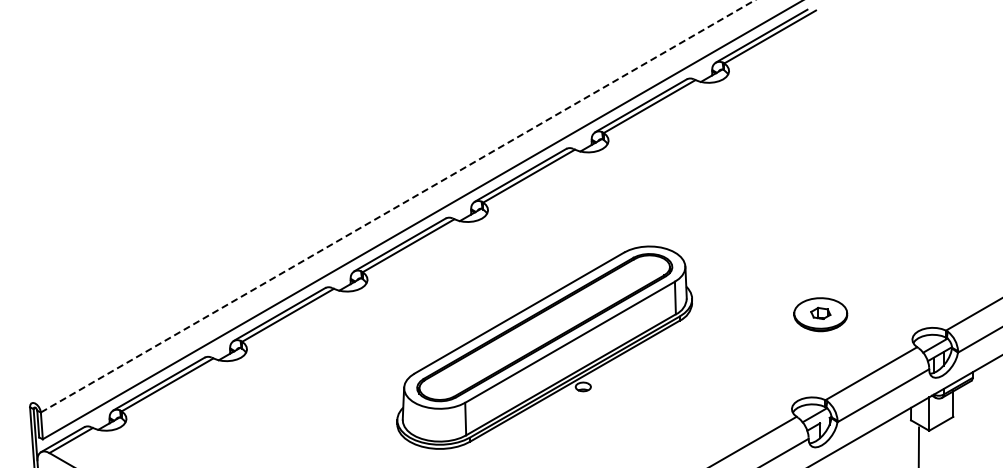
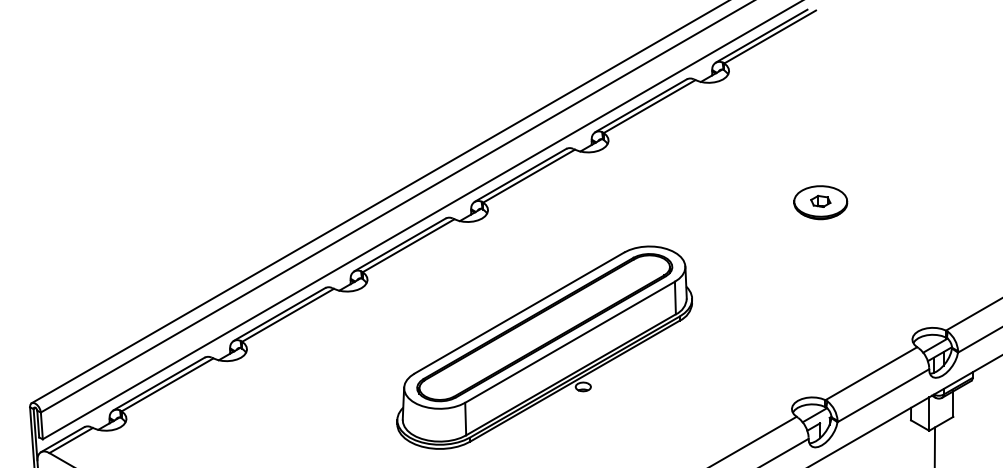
line at (378, 202): none -> present
line at (398, 206): dashed -> solid
part at (820, 314) position: (820, 314) -> (820, 202)
line at (918, 445) position: (918, 445) -> (934, 445)
